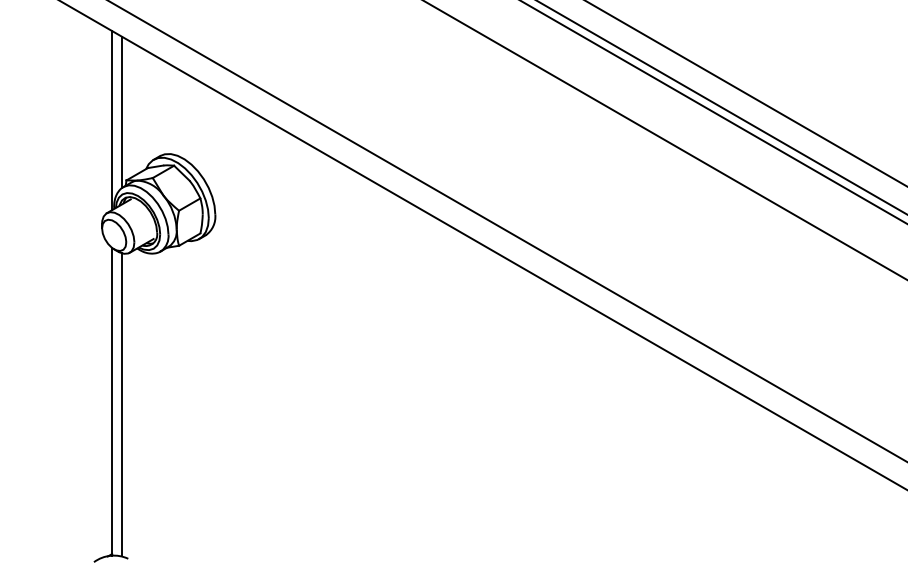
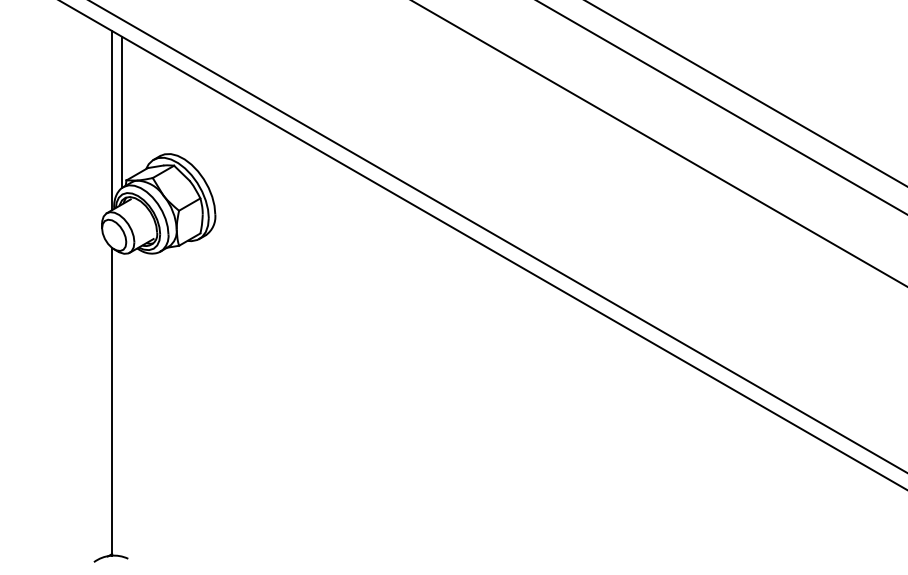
line at (713, 112): present -> none
line at (664, 140) position: (664, 140) -> (659, 143)
line at (507, 231) position: (507, 231) -> (497, 236)
line at (122, 404): present -> none
